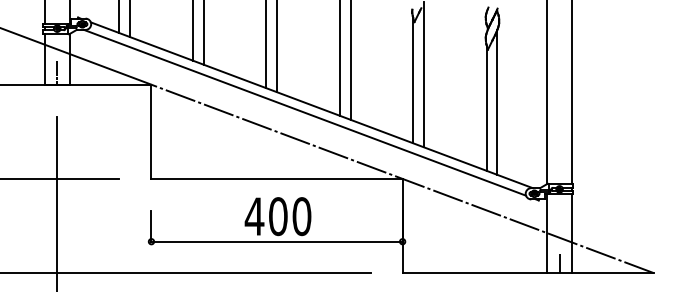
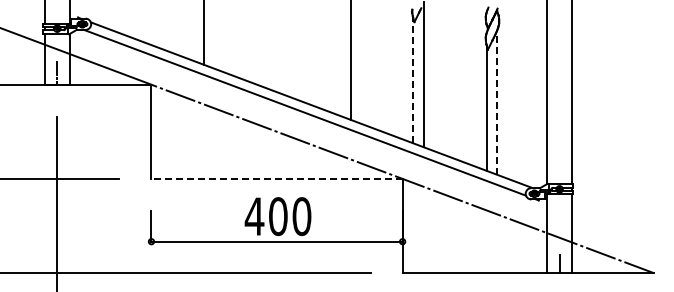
line at (119, 17): present -> none
line at (130, 19): present -> none
line at (192, 31): present -> none
line at (266, 45): present -> none
line at (277, 47): present -> none
line at (339, 58): present -> none
line at (413, 80): solid -> dashed
line at (497, 102): solid -> dashed
line at (277, 178): solid -> dashed
